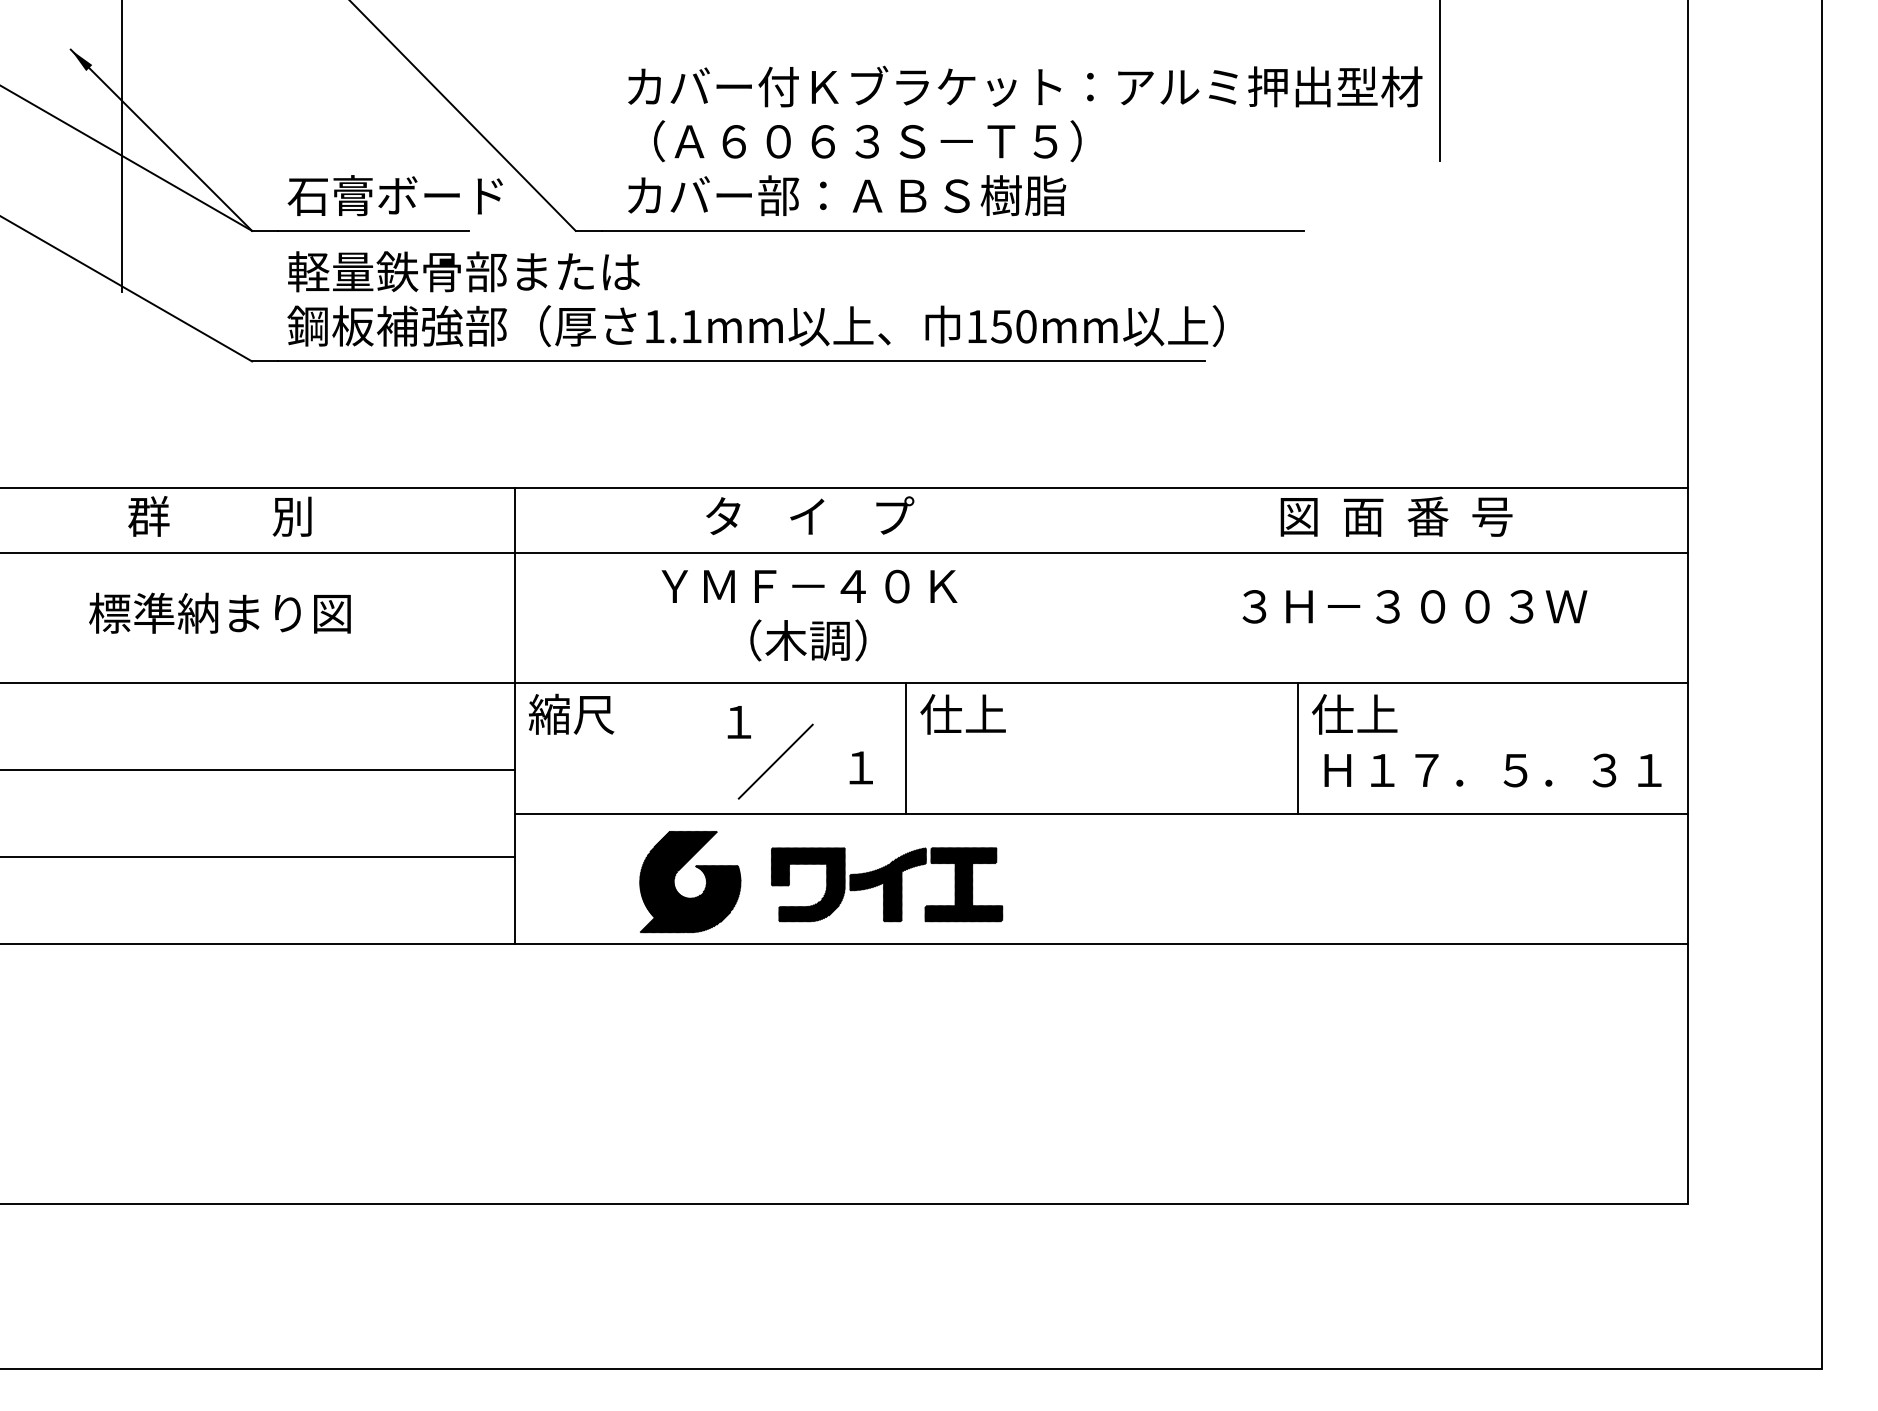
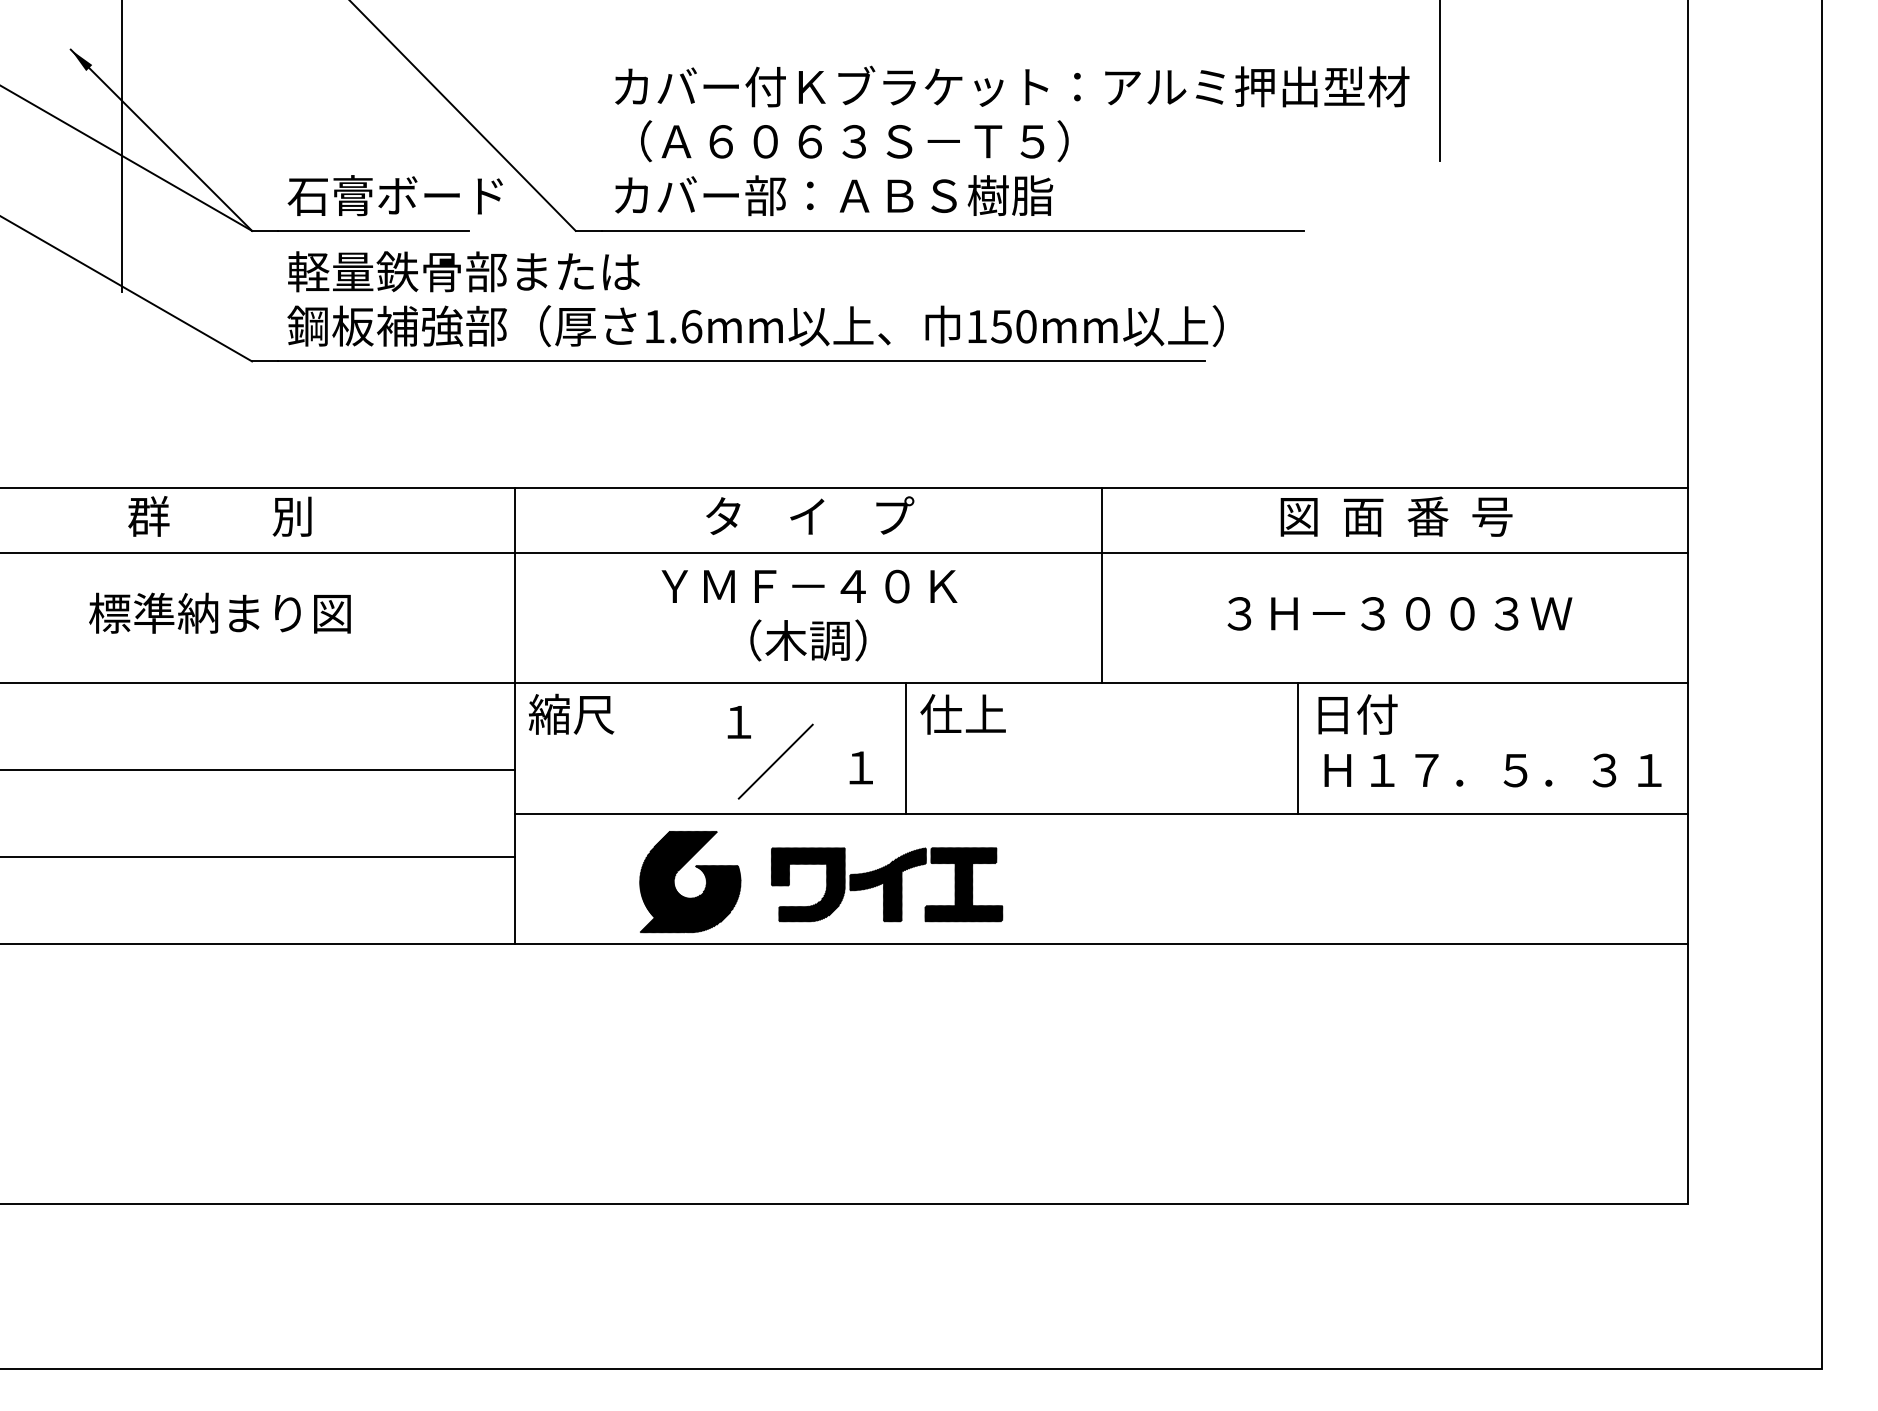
text at (1025, 140) position: (1025, 140) -> (1012, 140)
text at (692, 326): 1.1mm -> 1.6mm
line at (1102, 585): none -> present
text at (1414, 606) position: (1414, 606) -> (1399, 613)
text at (1354, 714): 仕上 -> 日付
